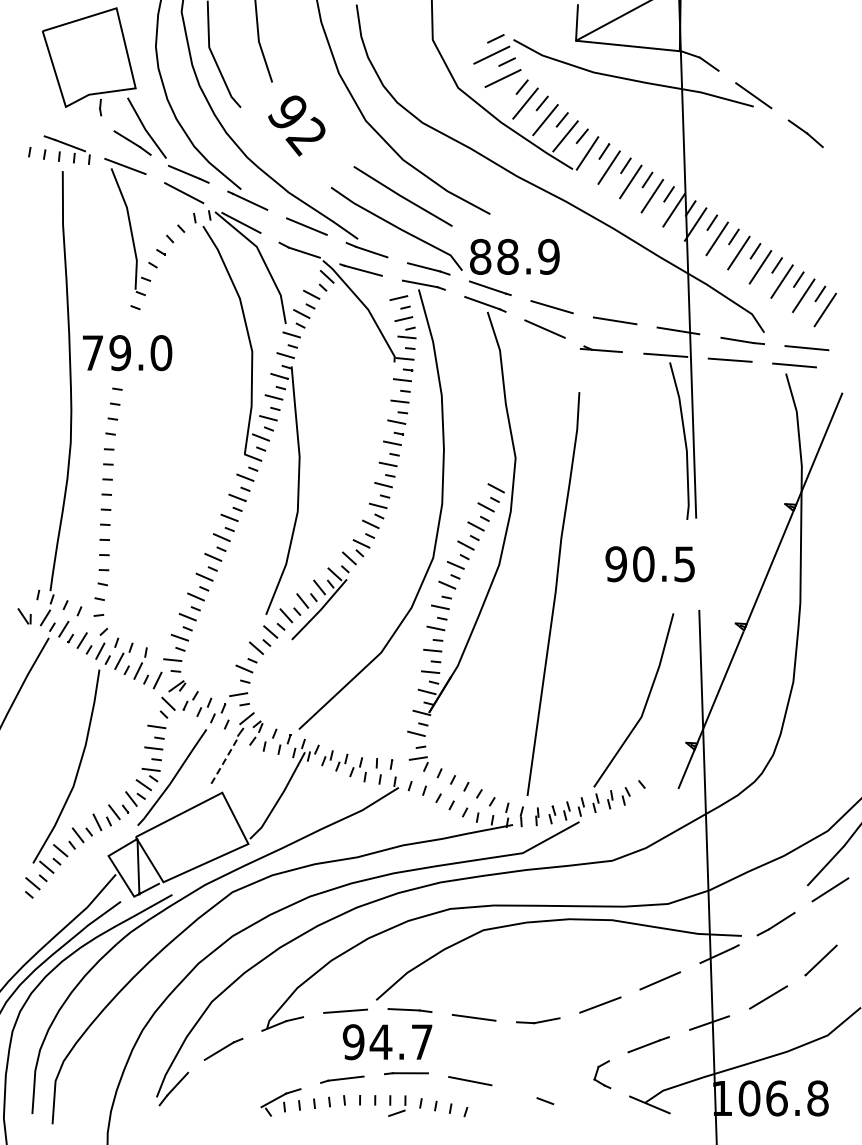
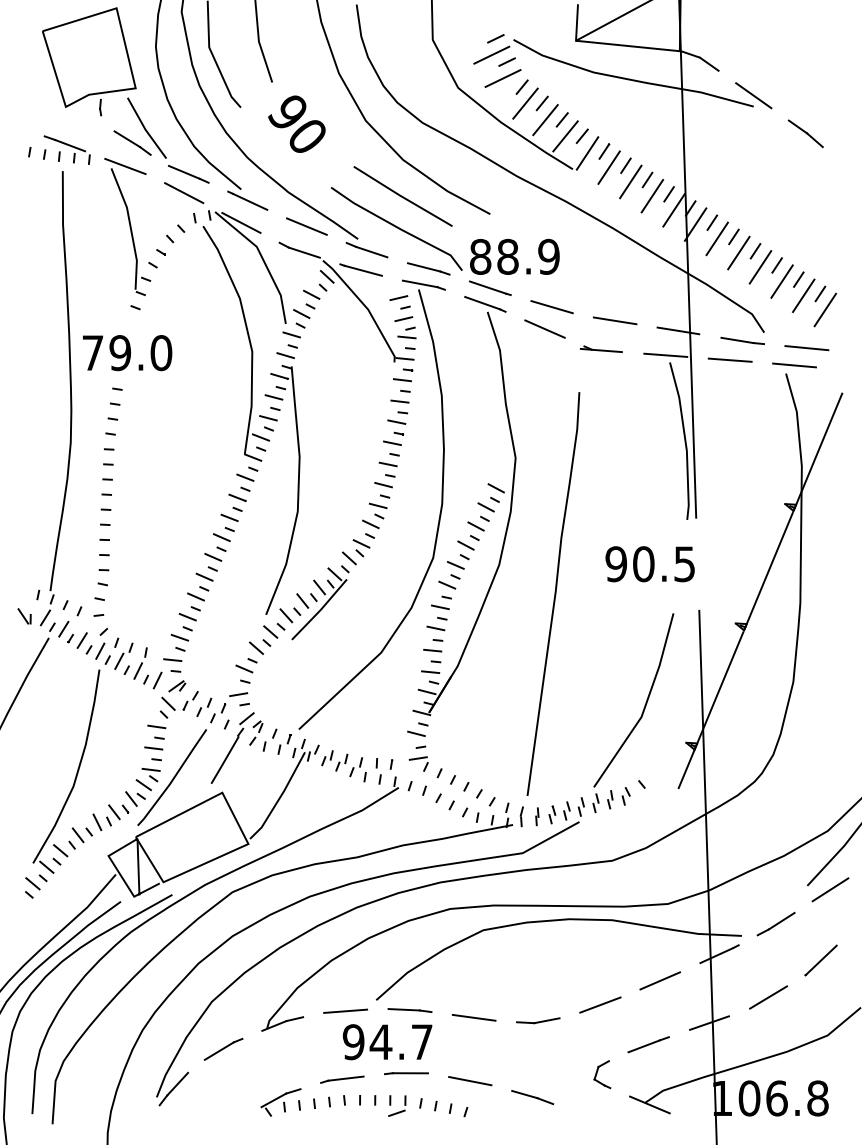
text at (305, 136): 92 -> 90
line at (225, 760): dashed -> solid
line at (524, 1094): none -> present
